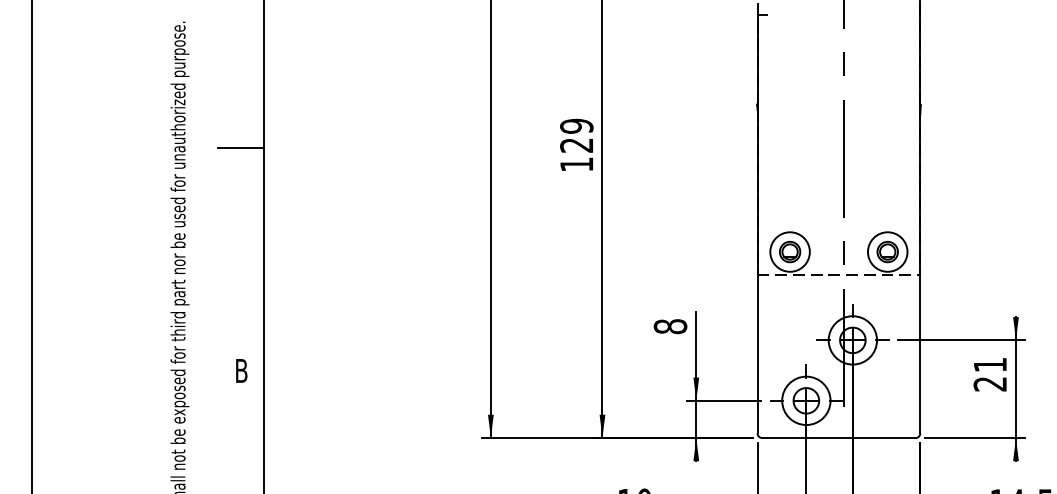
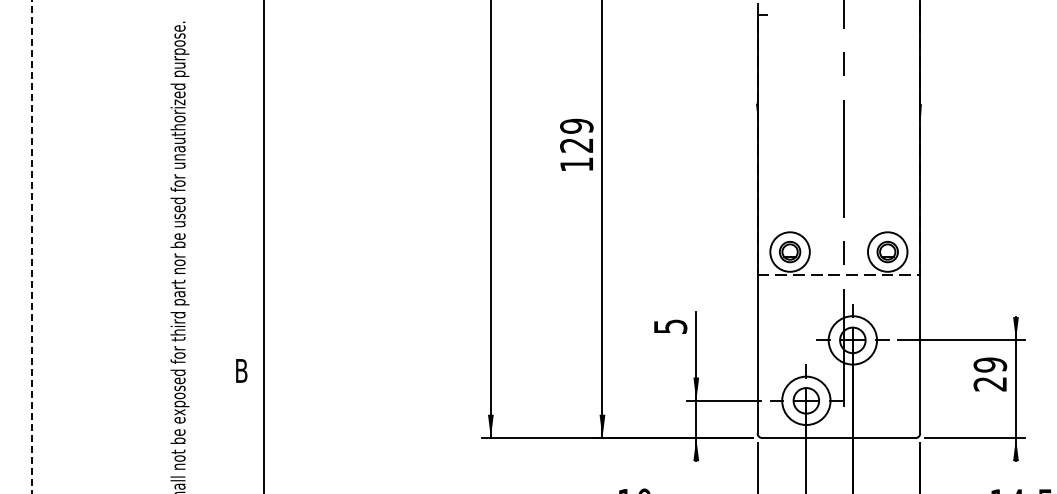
line at (240, 147): present -> none
line at (31, 246): solid -> dashed
text at (670, 326): 8 -> 5
text at (990, 364): 21 -> 29
